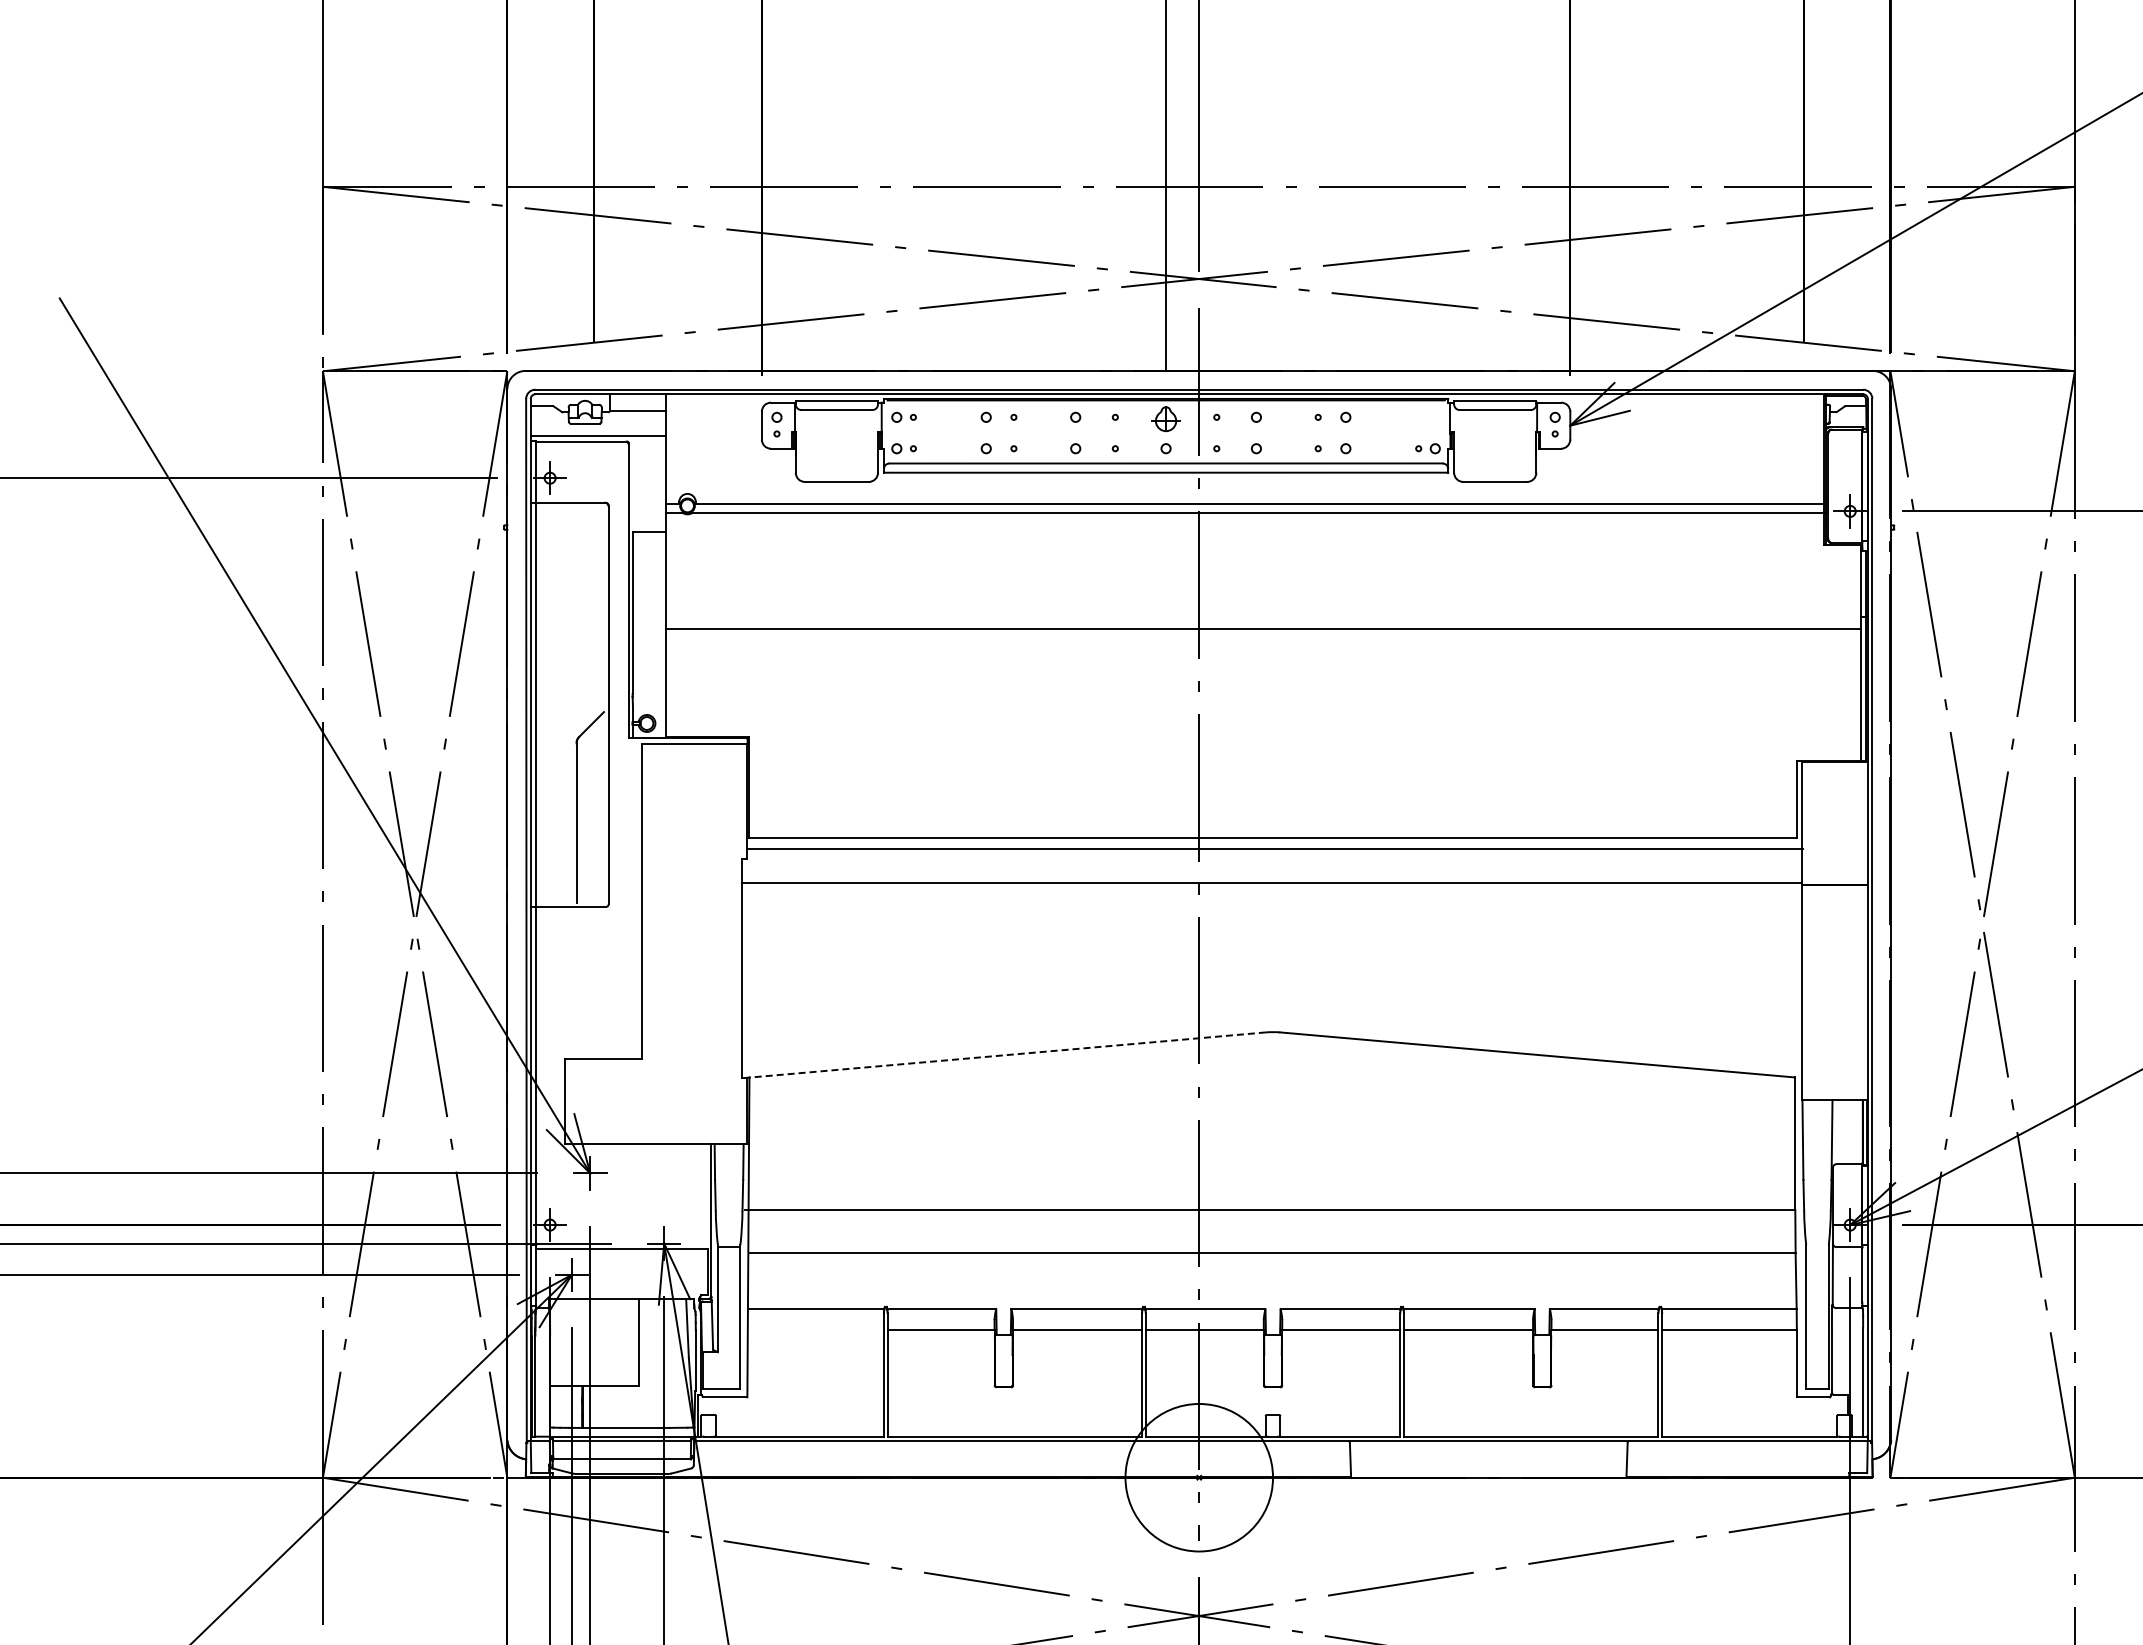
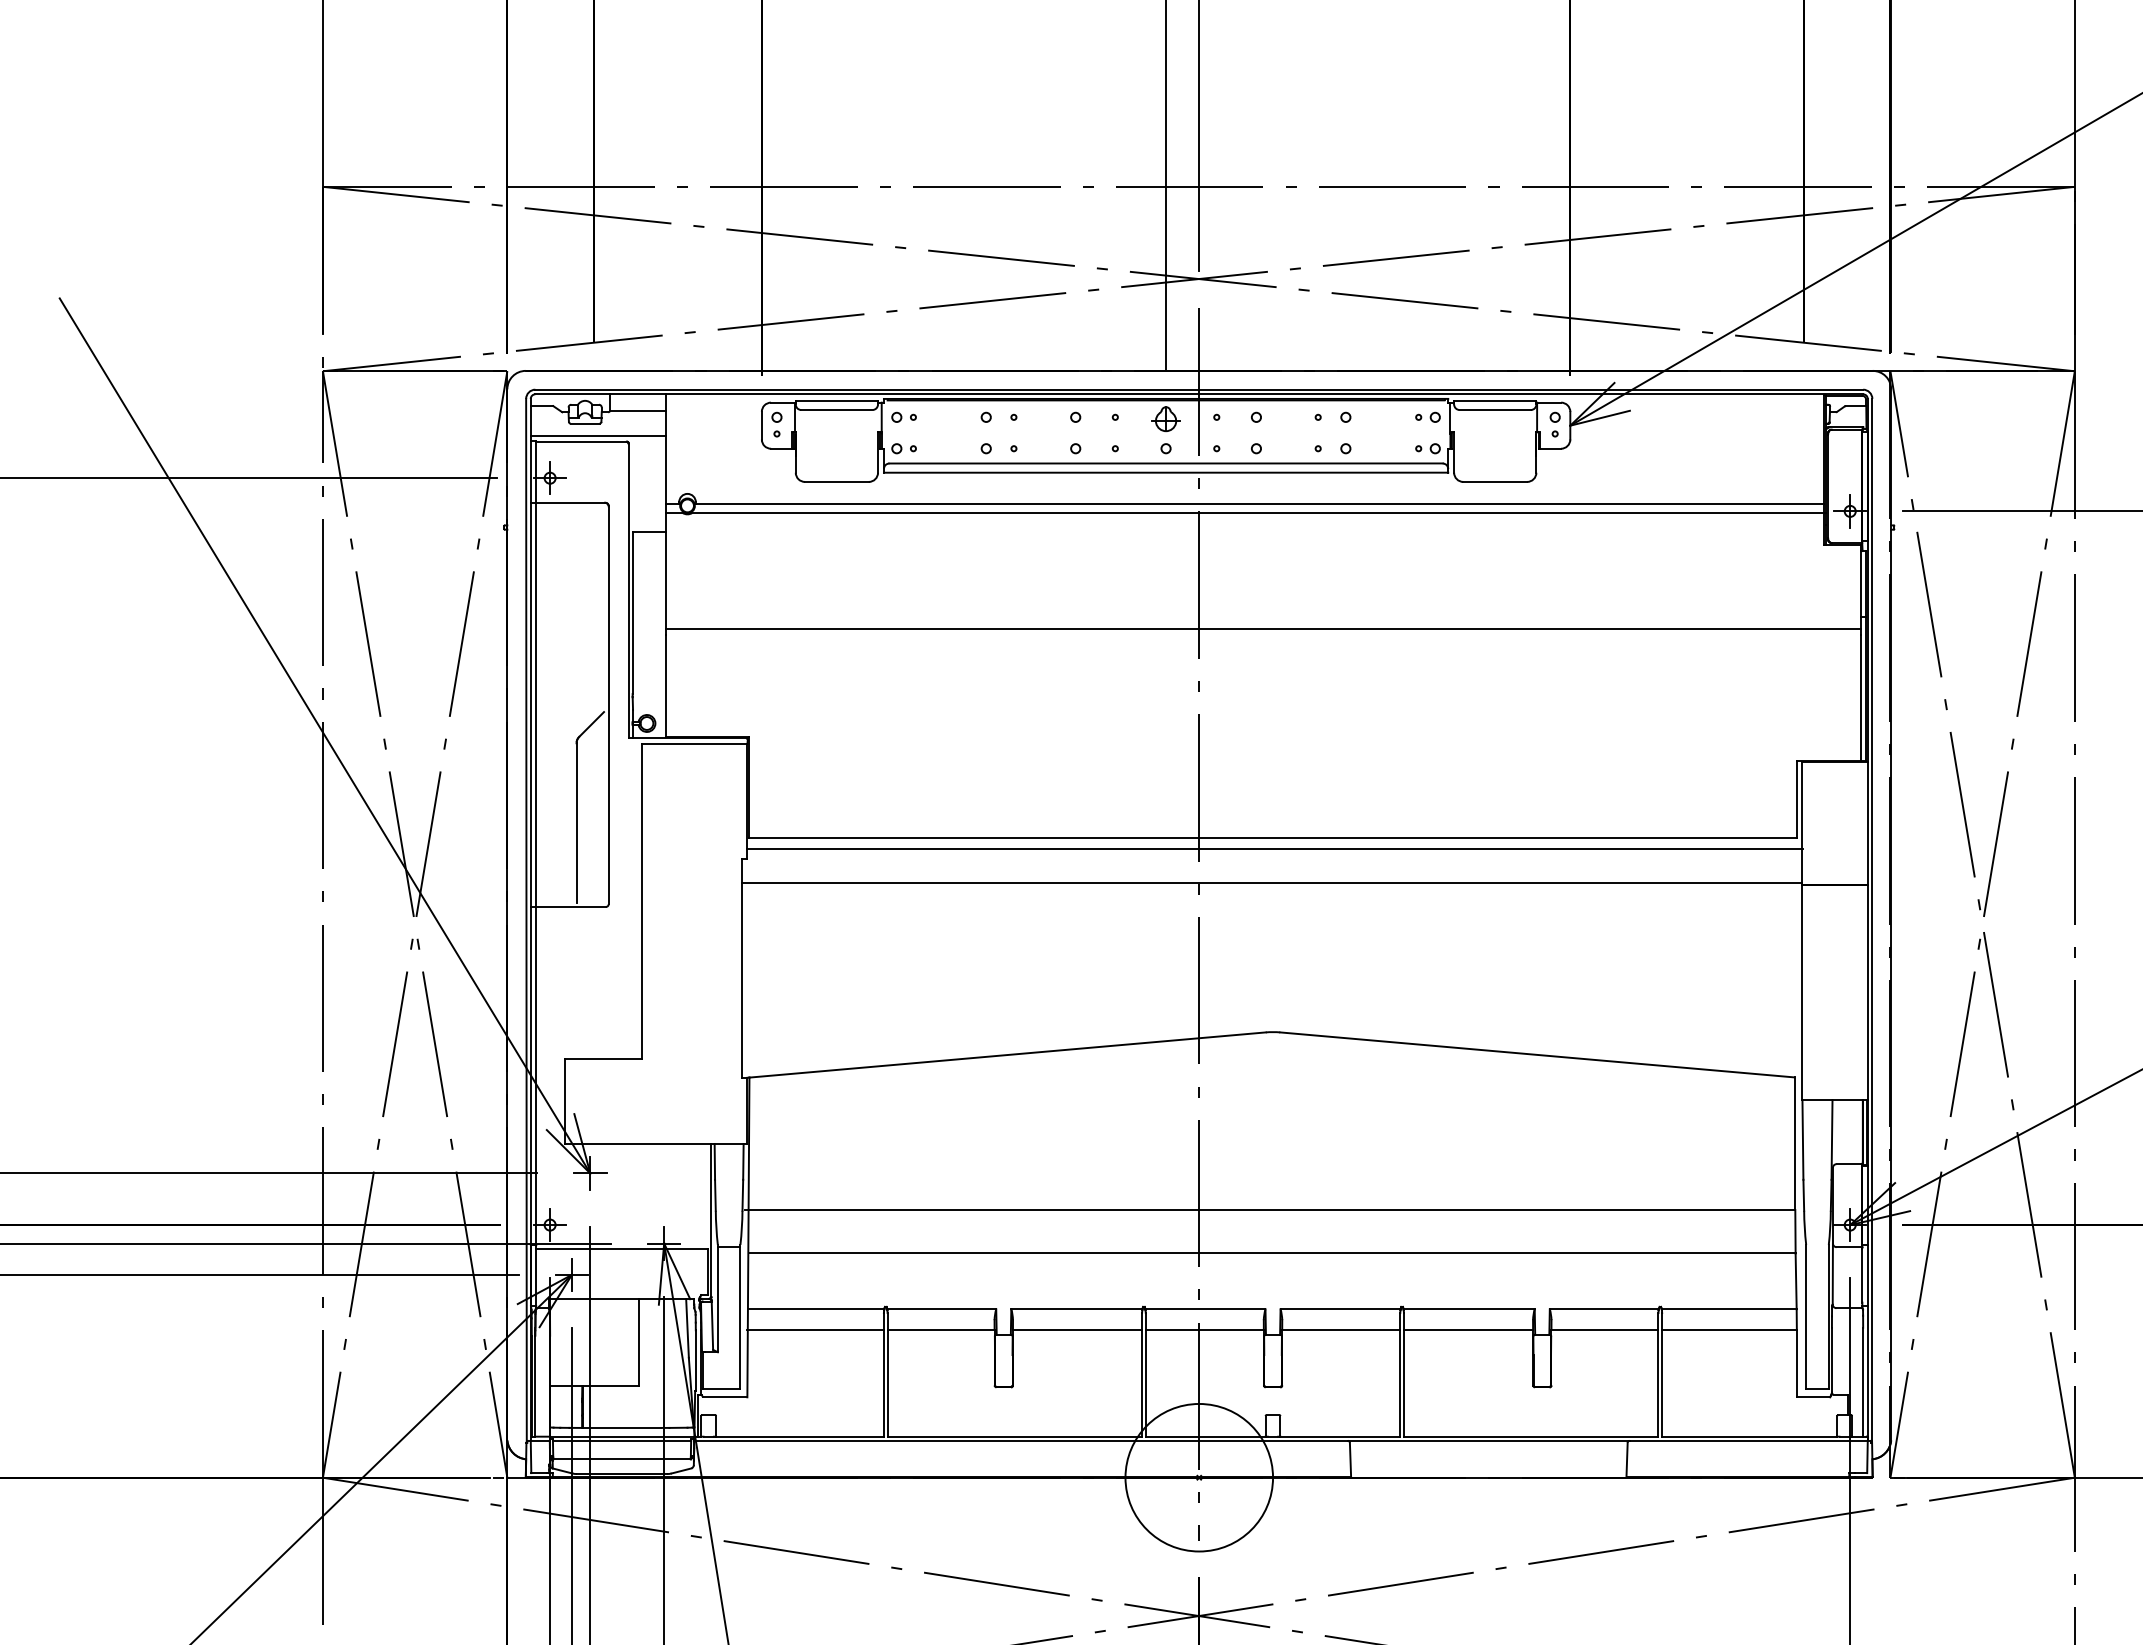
part at (1427, 416): none -> present
line at (1007, 1055): dashed -> solid
line at (815, 1329): none -> present
